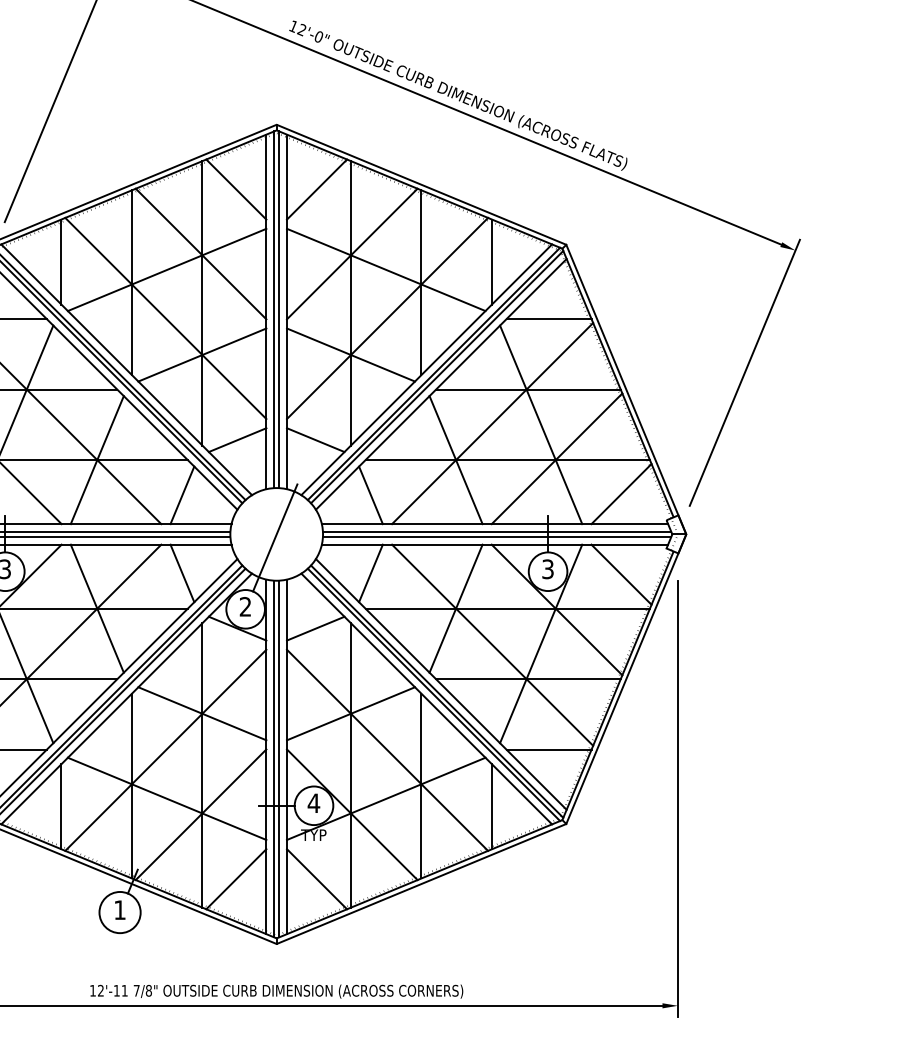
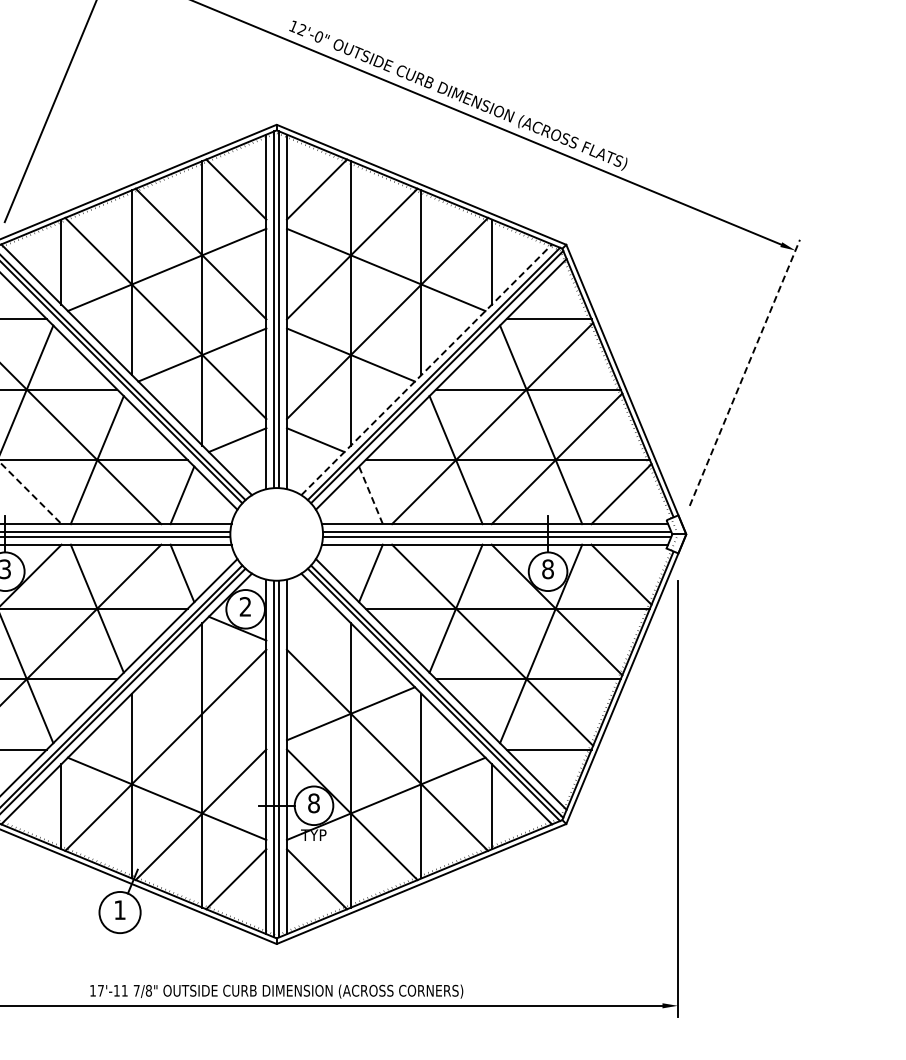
line at (427, 369): solid -> dashed
line at (744, 372): solid -> dashed
line at (31, 493): solid -> dashed
line at (370, 494): solid -> dashed
line at (275, 537): present -> none
text at (547, 569): 3 -> 8
line at (315, 628): present -> none
line at (202, 713): present -> none
text at (313, 803): 4 -> 8
text at (100, 990): 12'-11 -> 17'-11
